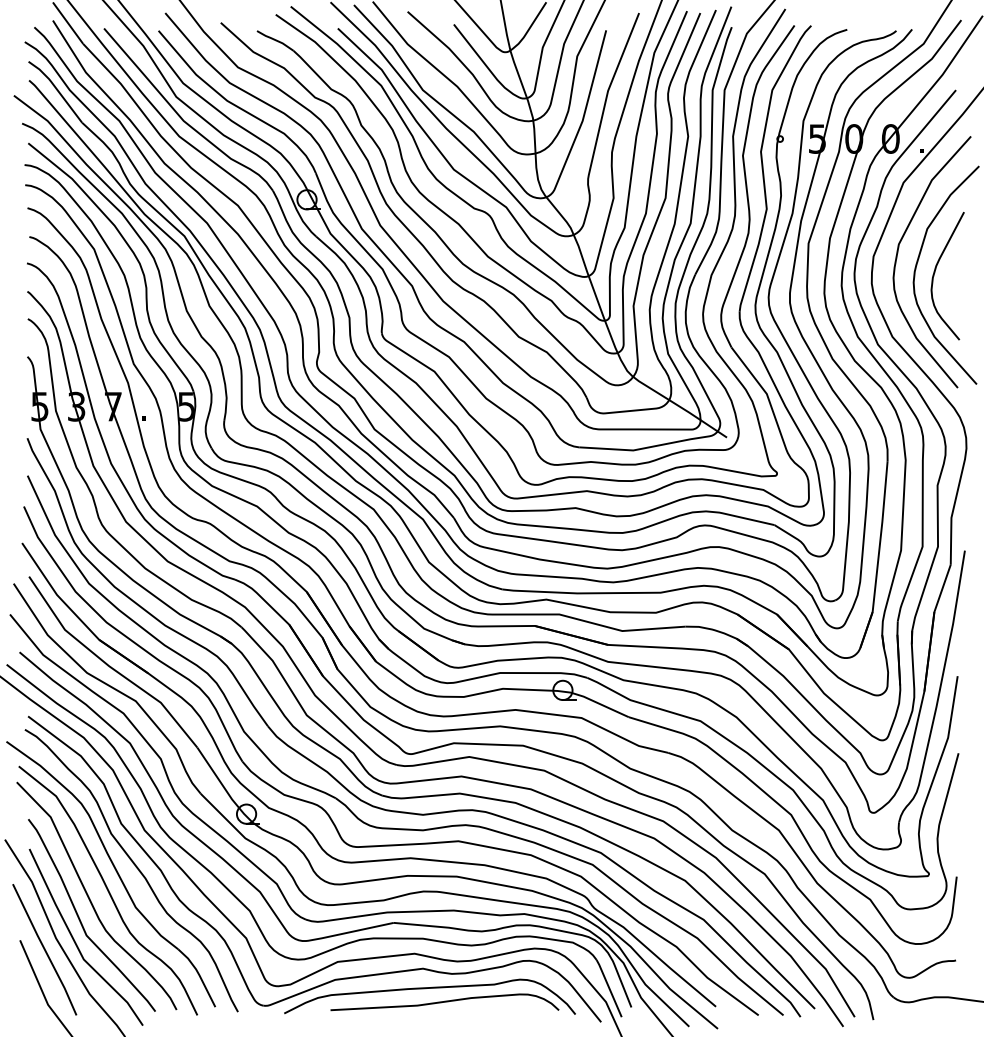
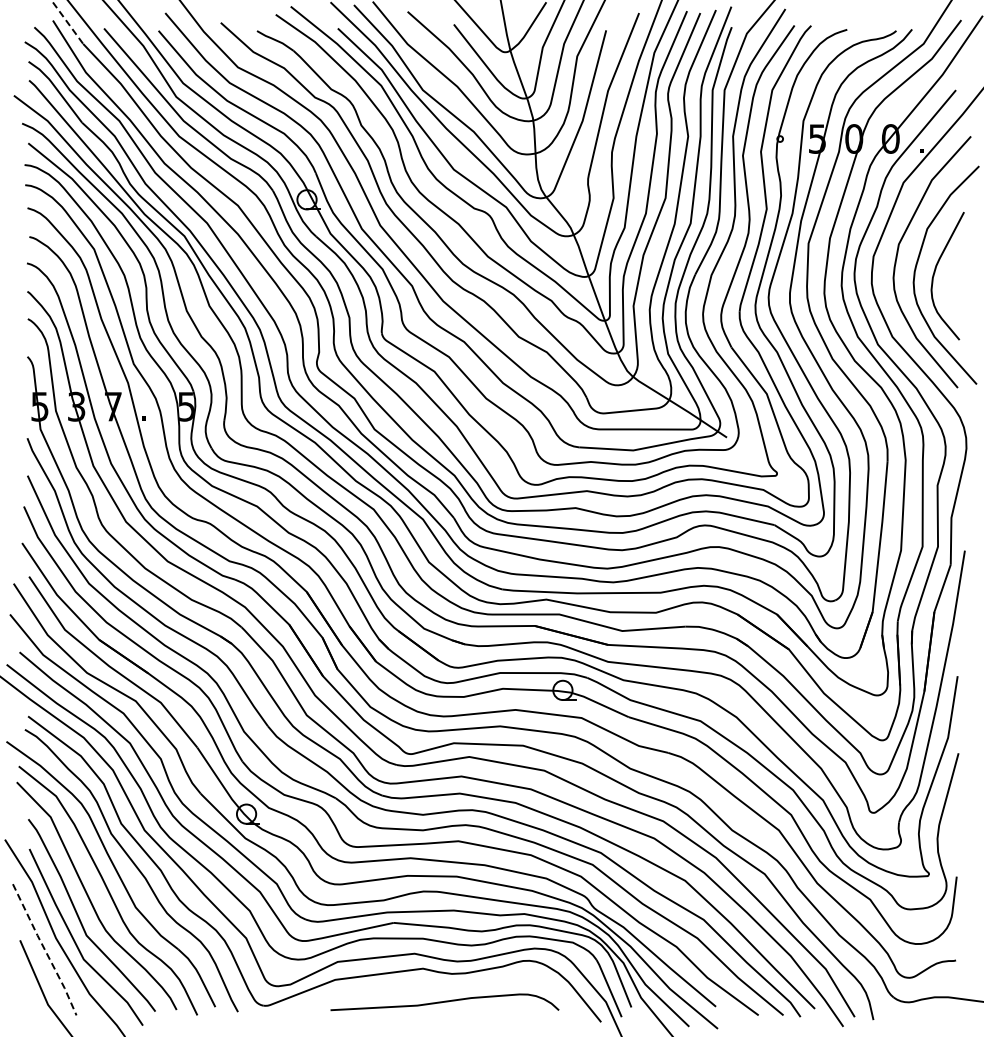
line at (68, 23): solid -> dashed
line at (45, 950): solid -> dashed
curve at (429, 988): present -> none
